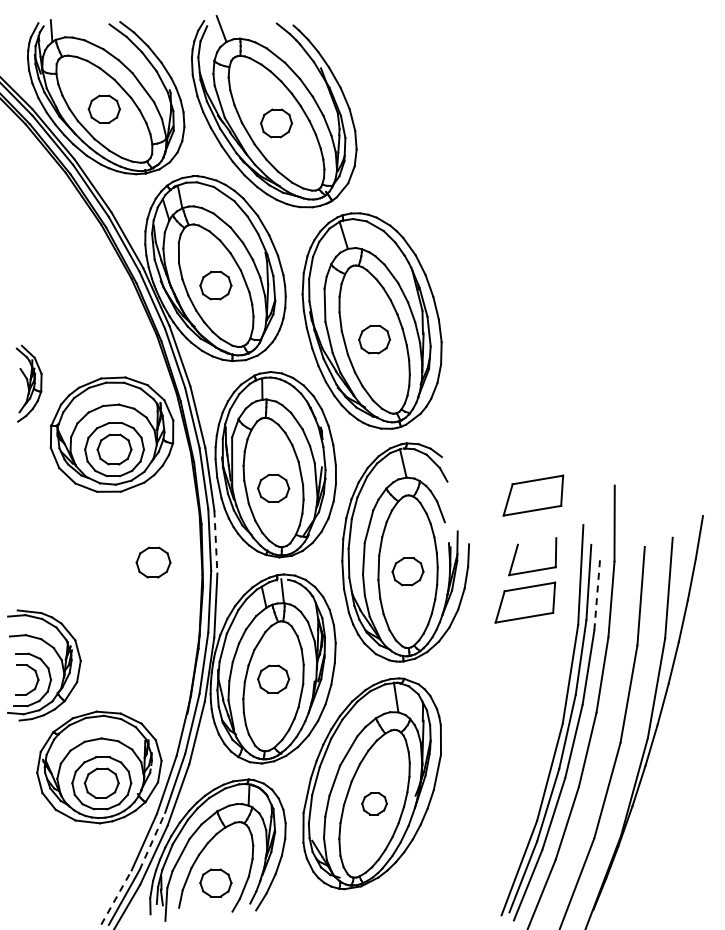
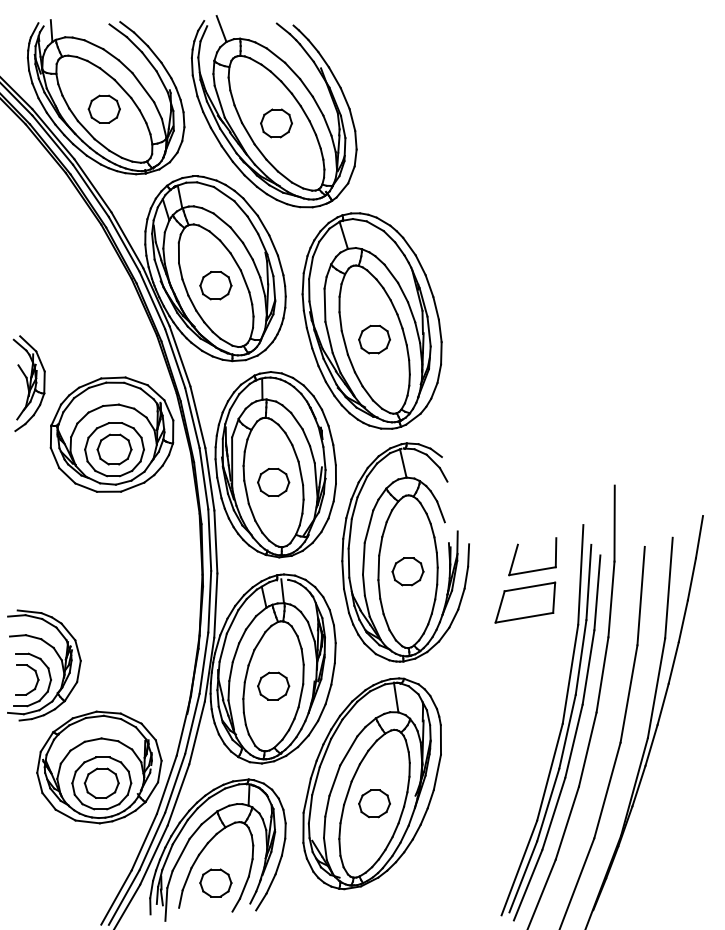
part at (28, 383) size: 28x79 px -> 34x98 px
part at (273, 488) position: (273, 488) -> (273, 482)
part at (533, 495): present -> none
line at (215, 542): dashed -> solid
part at (153, 562): present -> none
line at (597, 592): dashed -> solid
part at (273, 678) position: (273, 678) -> (273, 685)
part at (374, 803) size: 27x24 px -> 33x30 px
line at (152, 841): dashed -> solid
line at (116, 897): dashed -> solid
